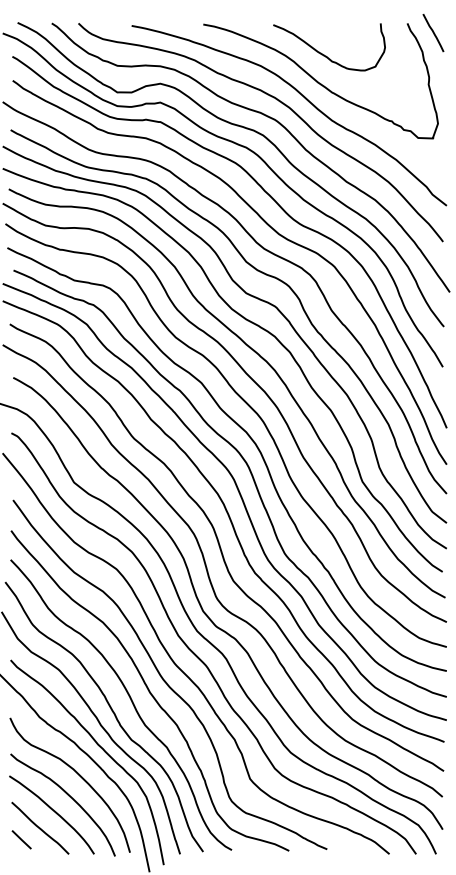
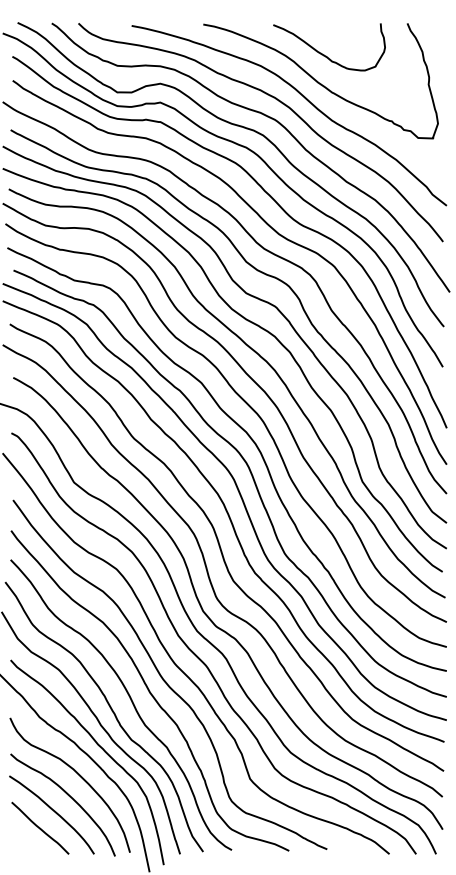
line at (433, 33): present -> none
line at (21, 839): present -> none
